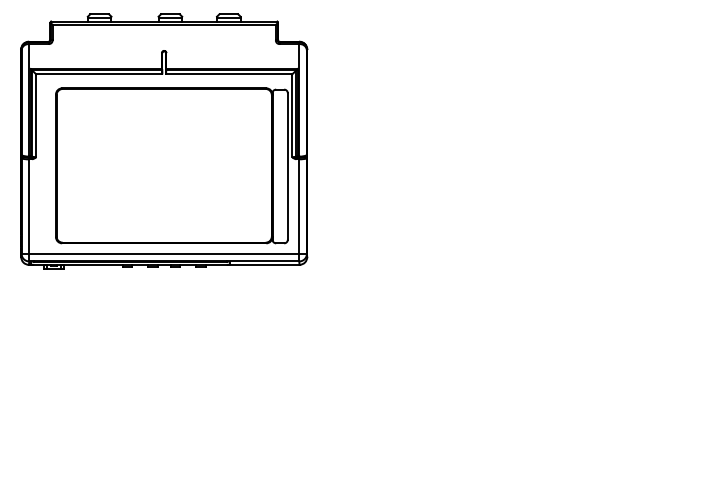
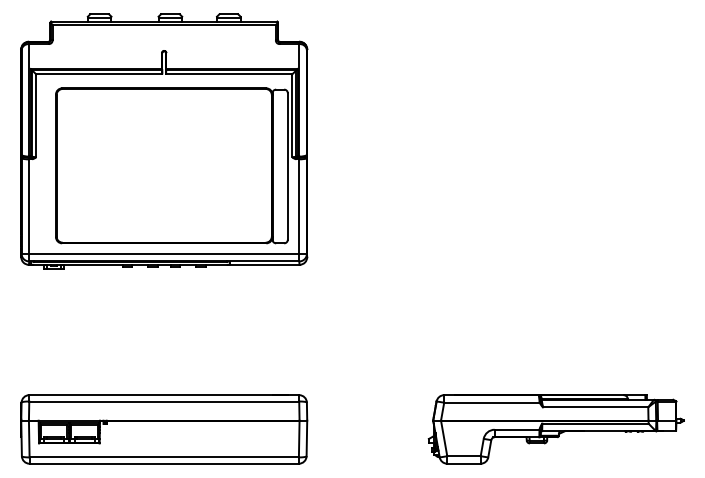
part at (164, 429): none -> present
part at (555, 429): none -> present
